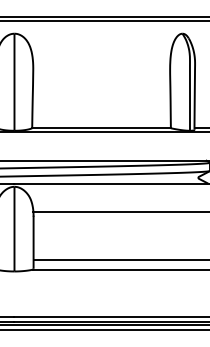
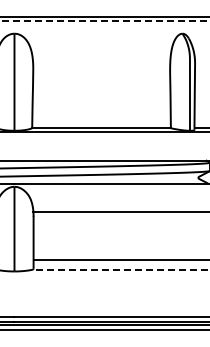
line at (104, 21): solid -> dashed
line at (120, 269): solid -> dashed
